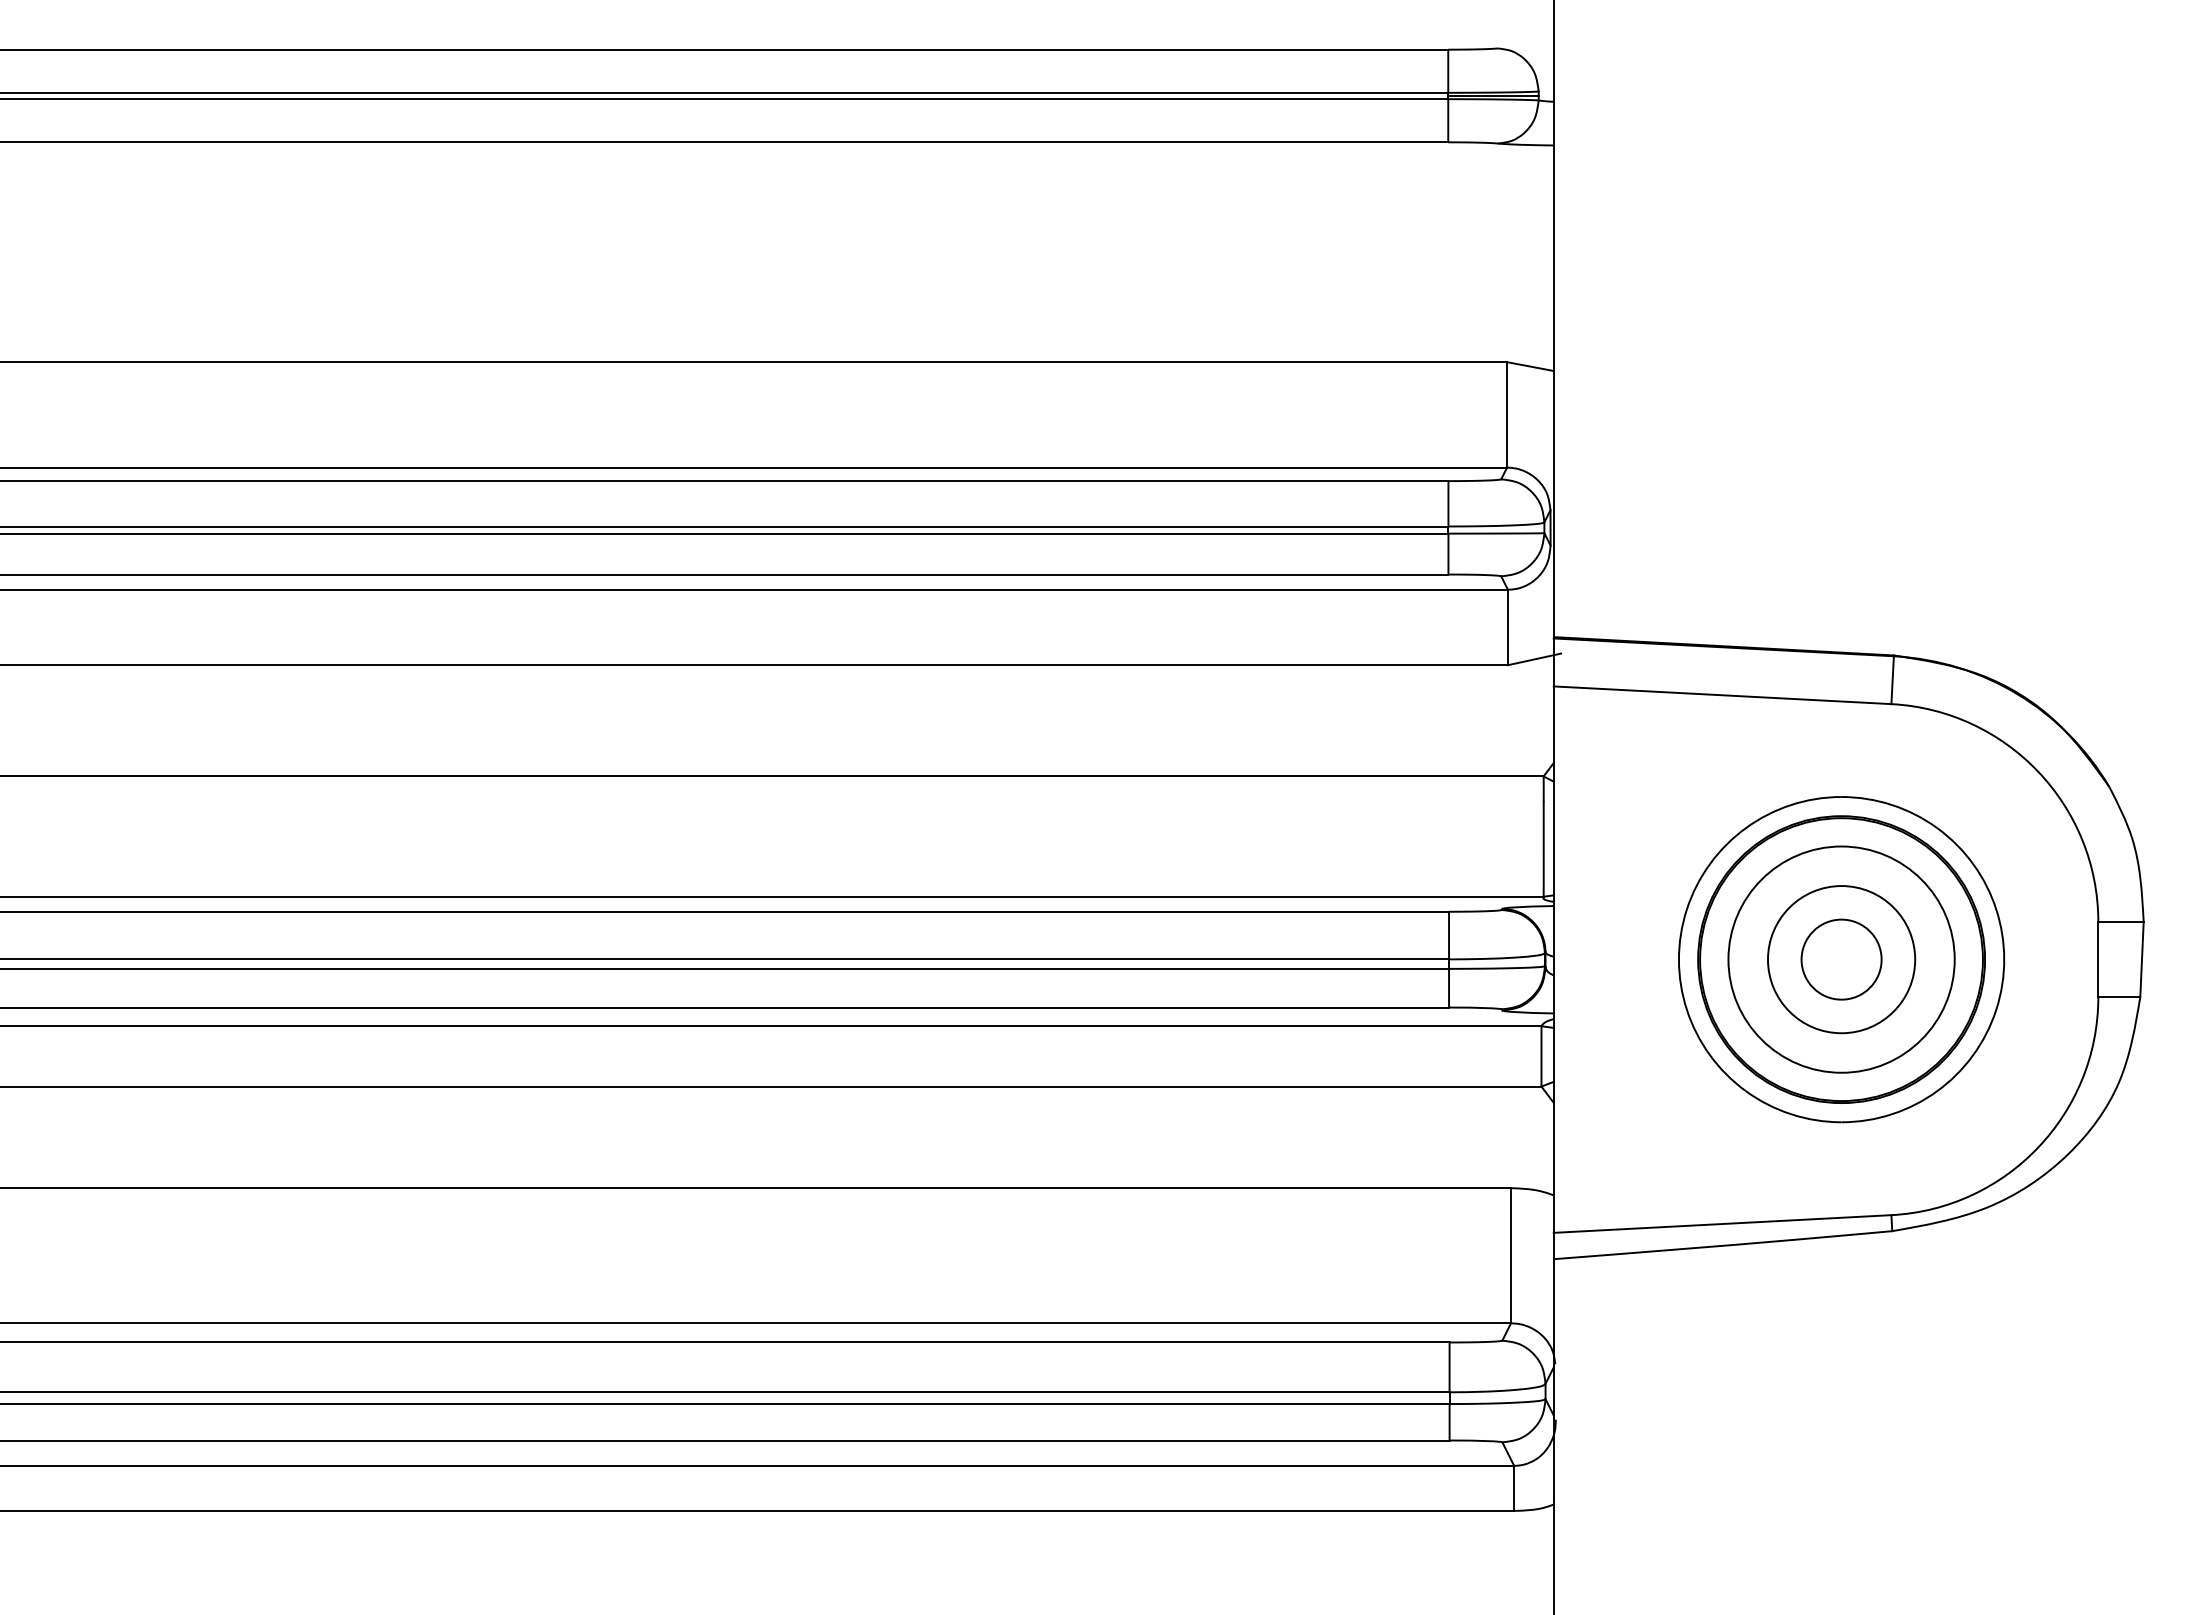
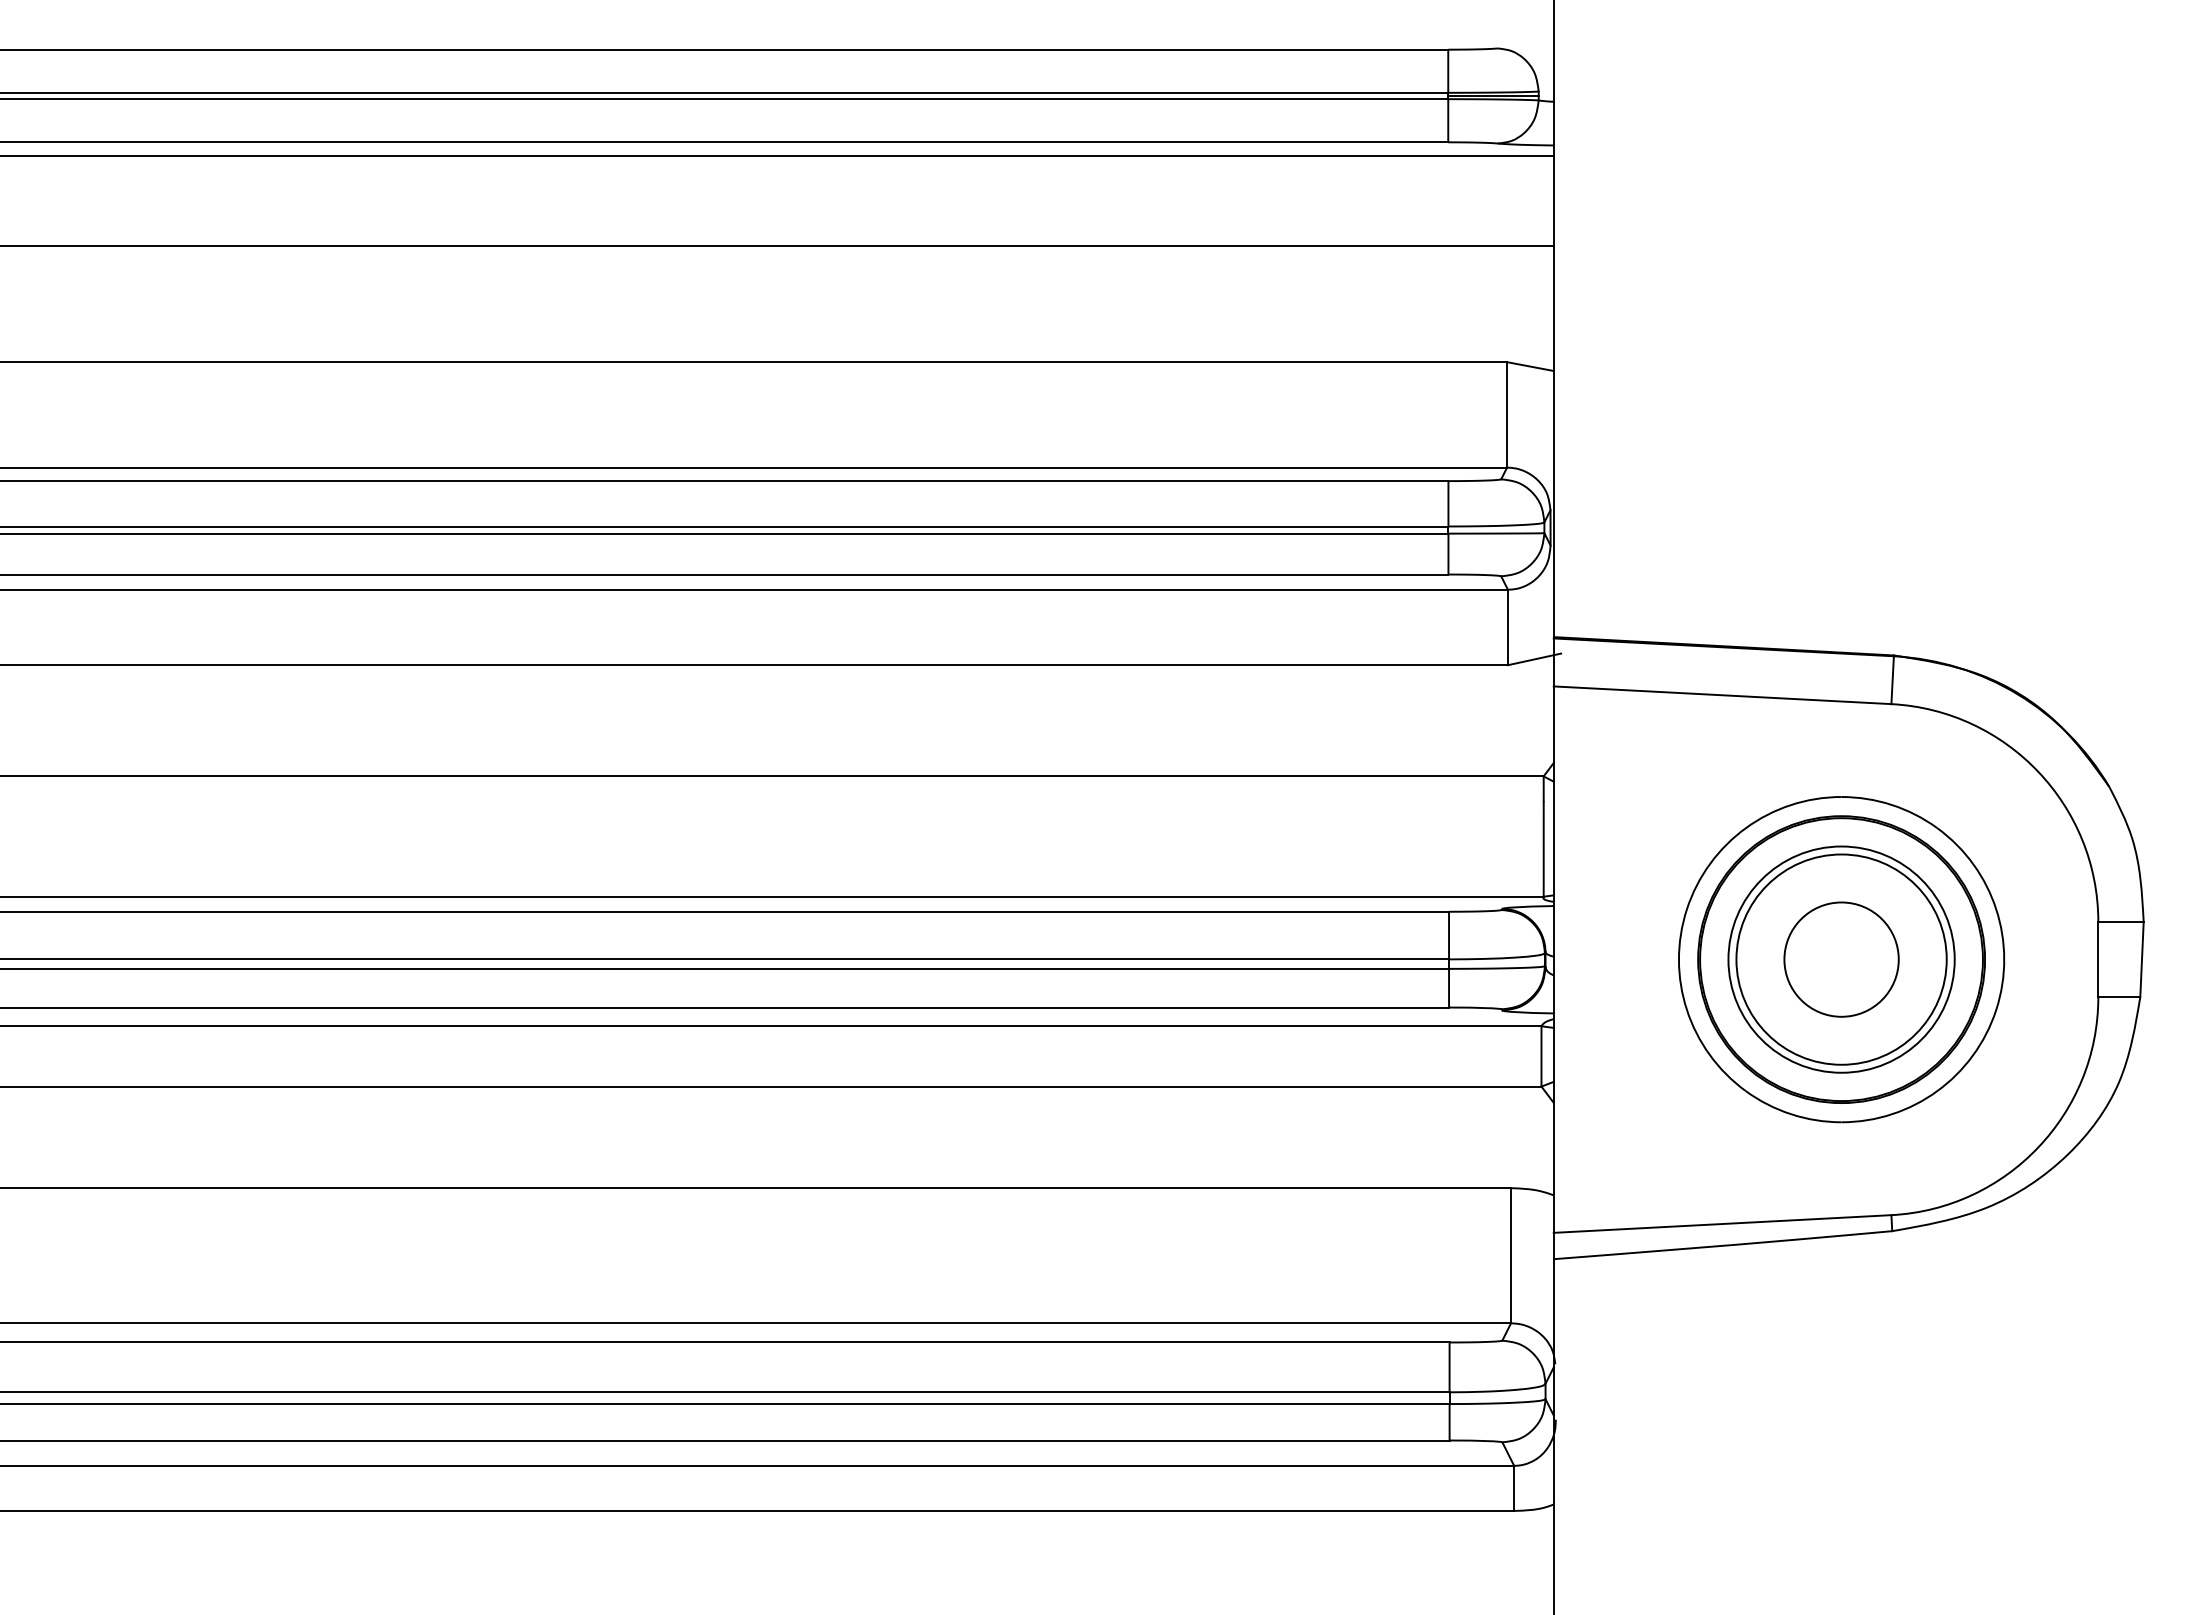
line at (777, 155): none -> present
line at (777, 246): none -> present
circle at (1841, 959) diameter: 147 px -> 210 px
circle at (1841, 959) diameter: 80 px -> 114 px
